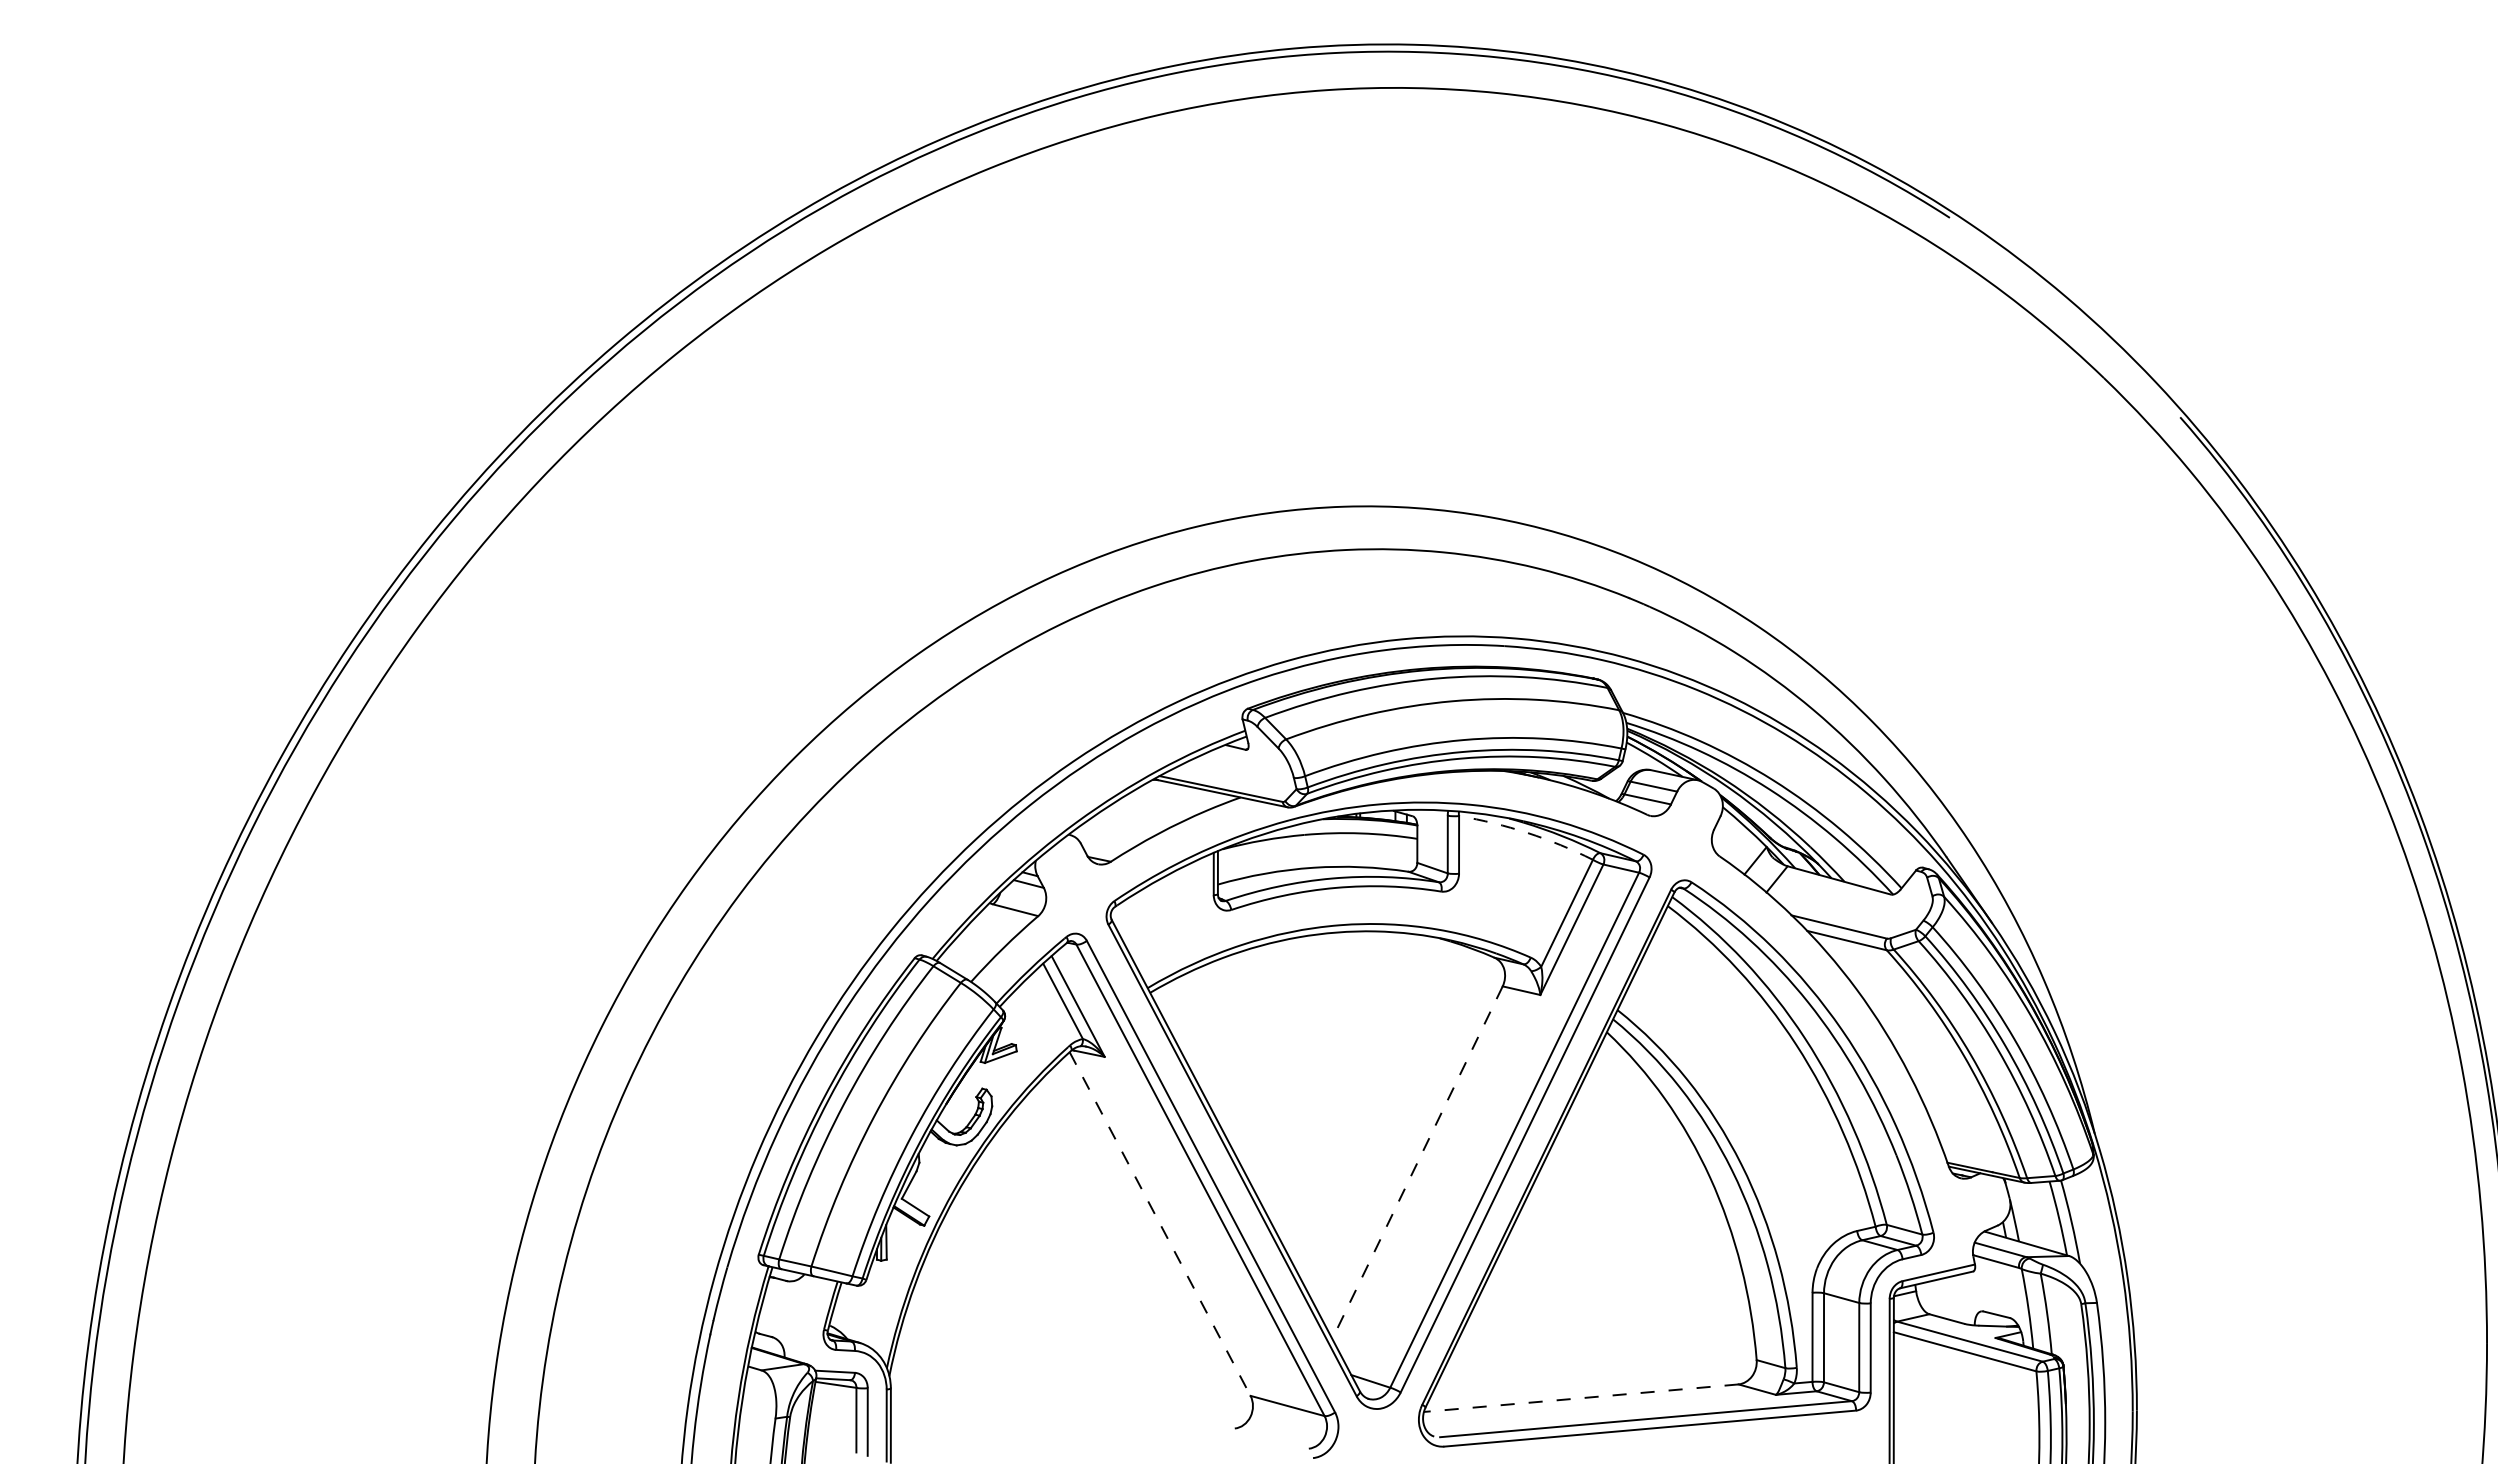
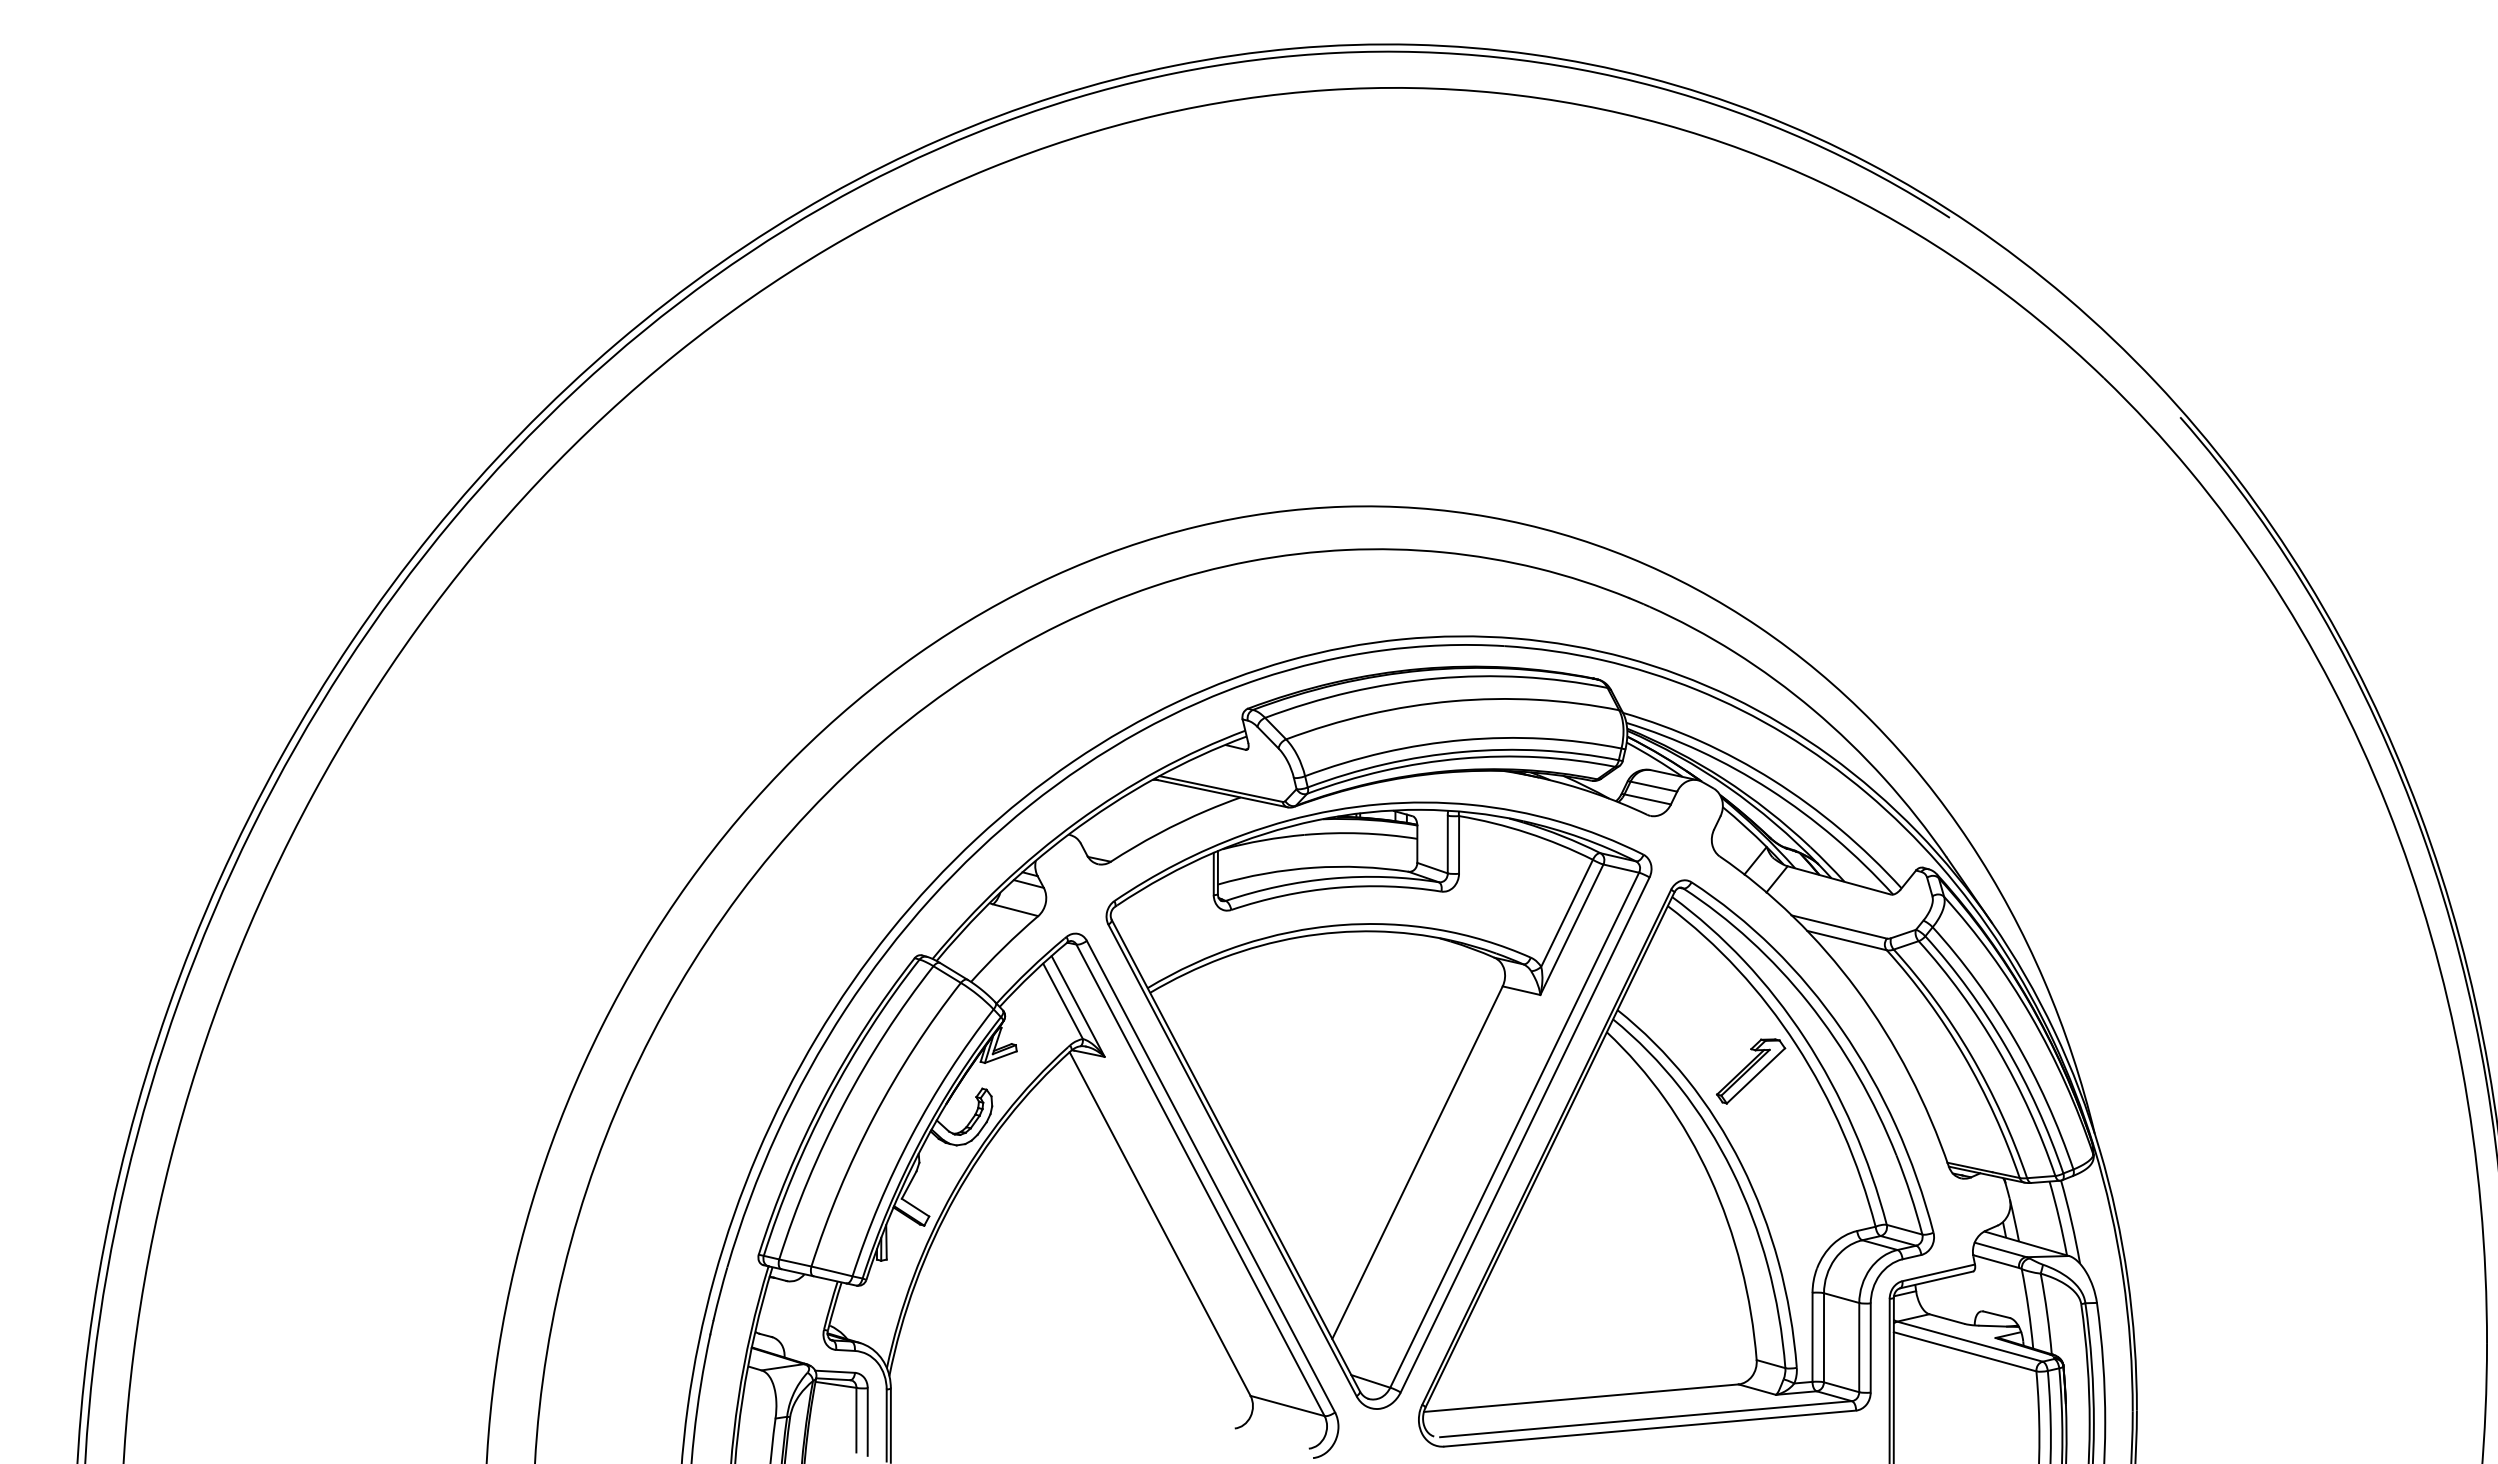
arc at (1527, 832): dashed -> solid
part at (1751, 1071): none -> present
line at (1417, 1162): dashed -> solid
line at (1160, 1224): dashed -> solid
line at (1581, 1398): dashed -> solid
